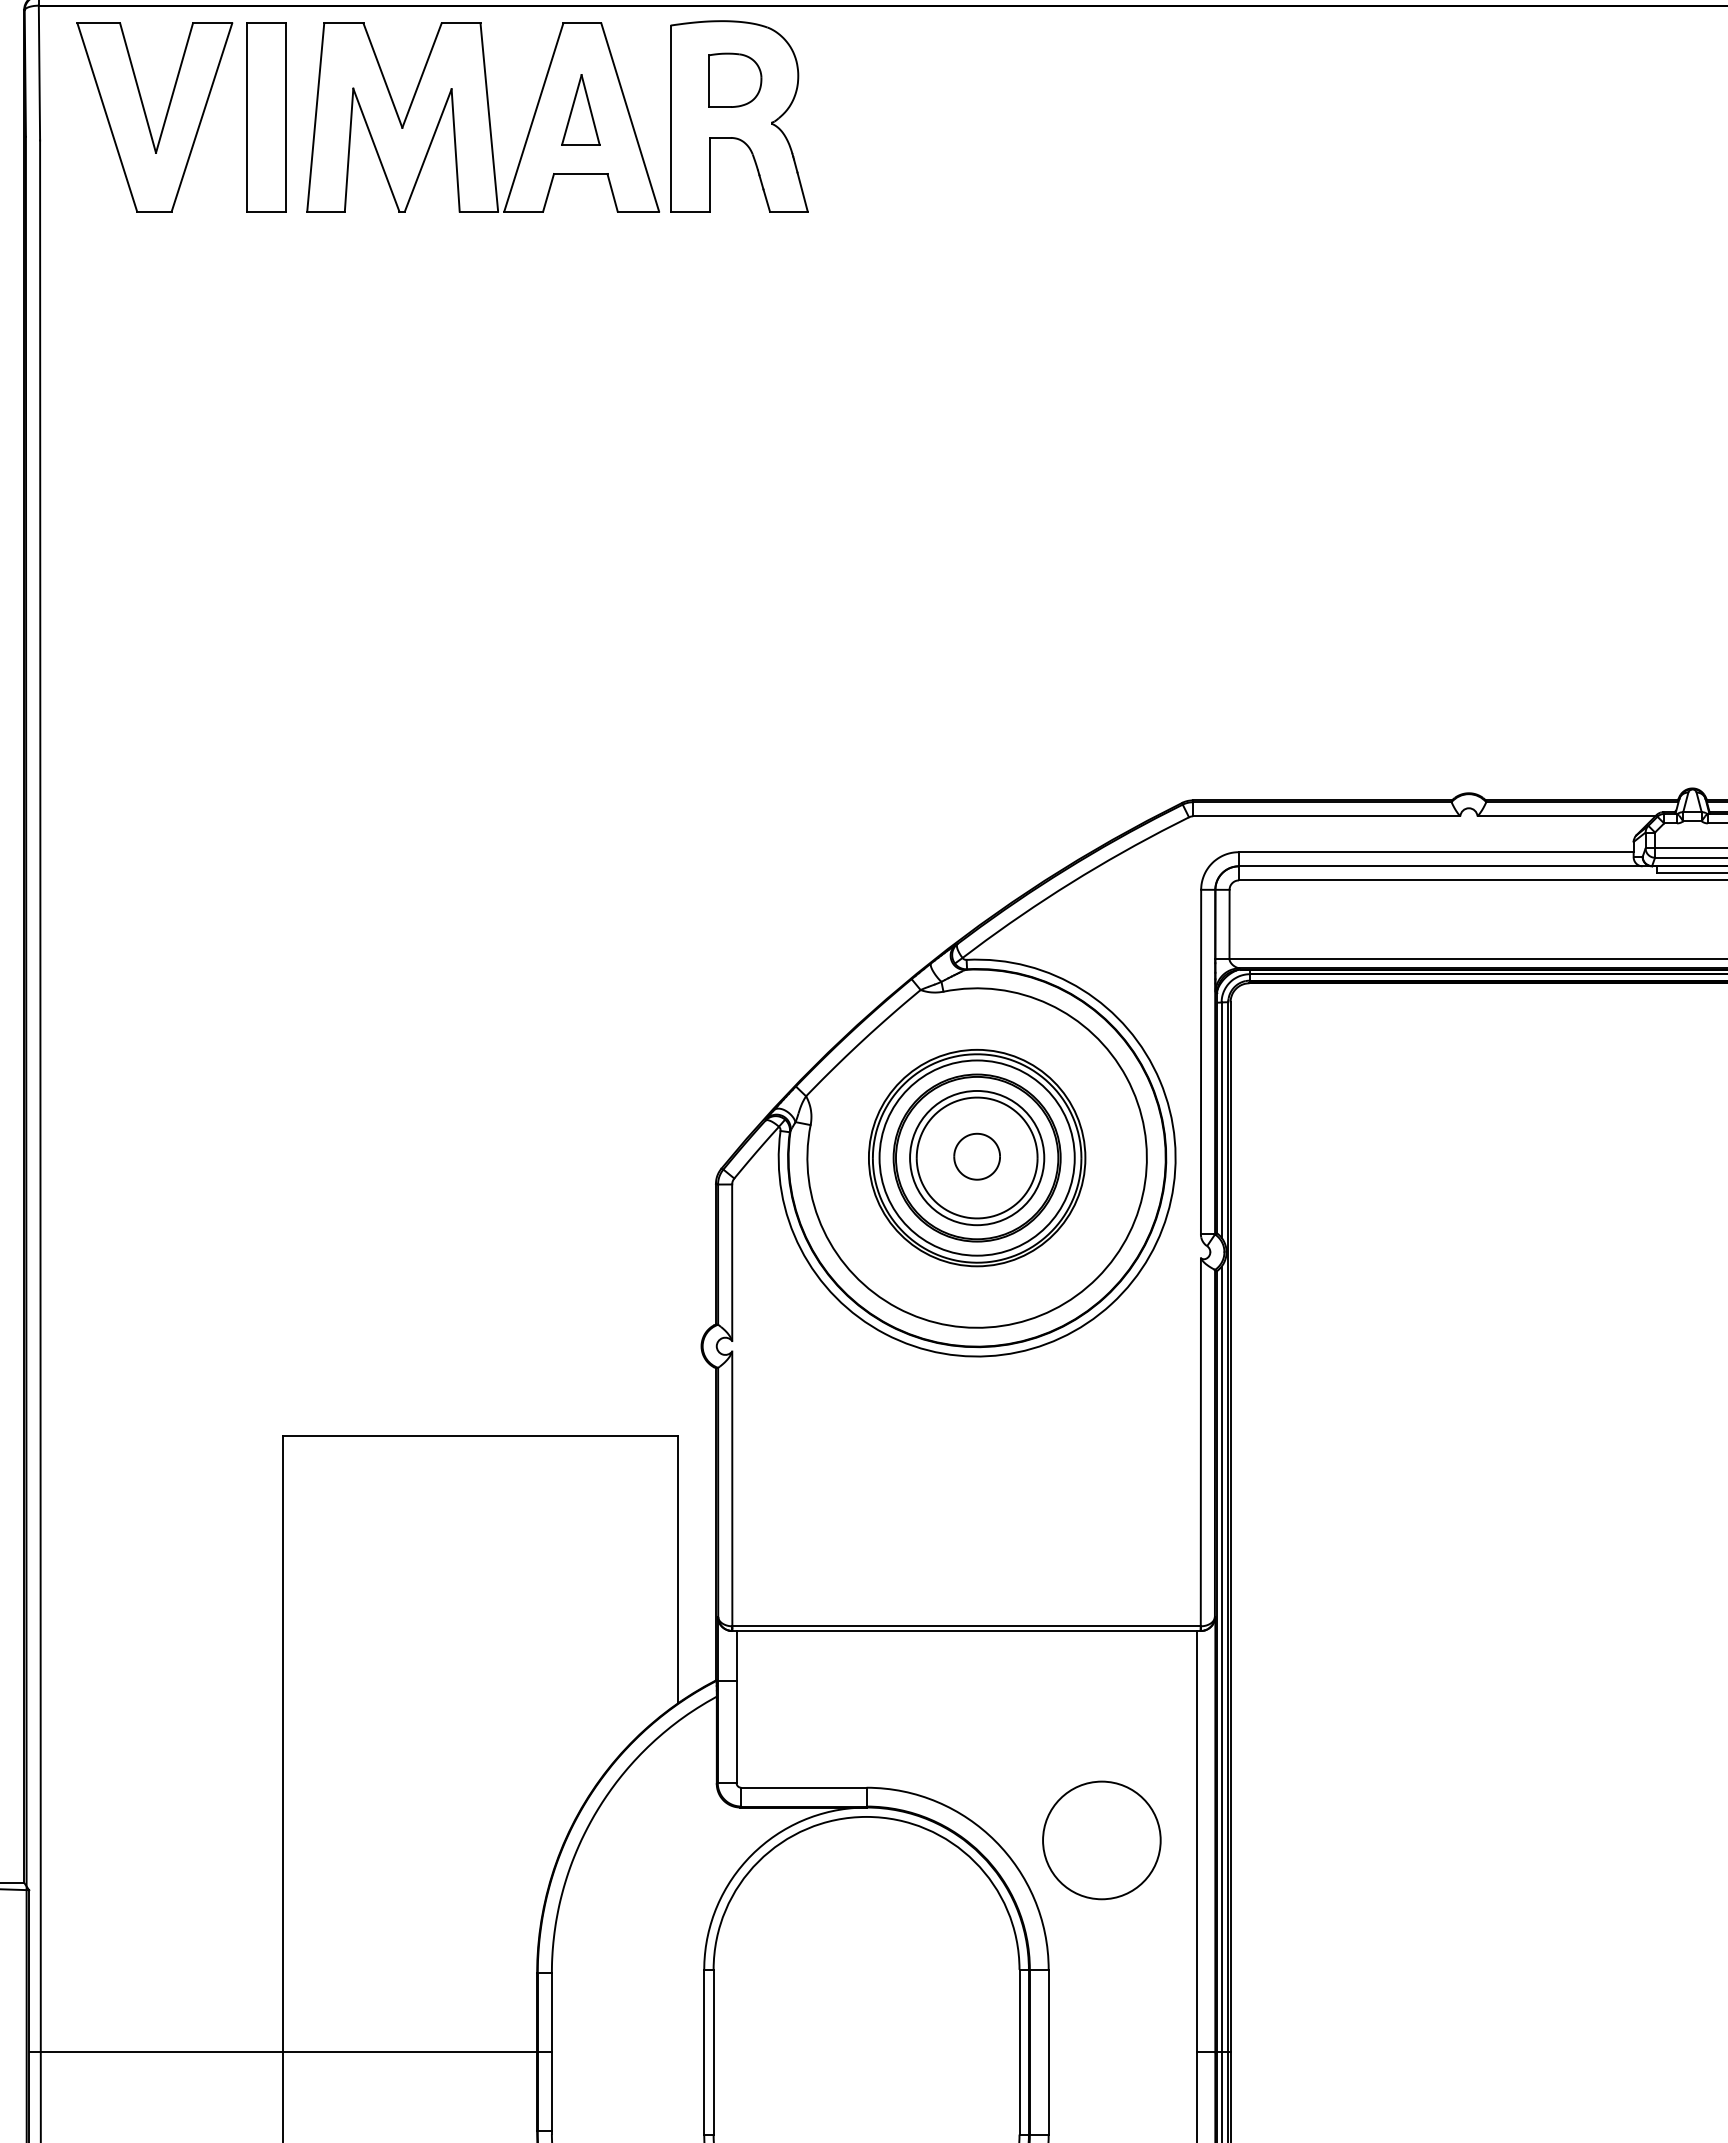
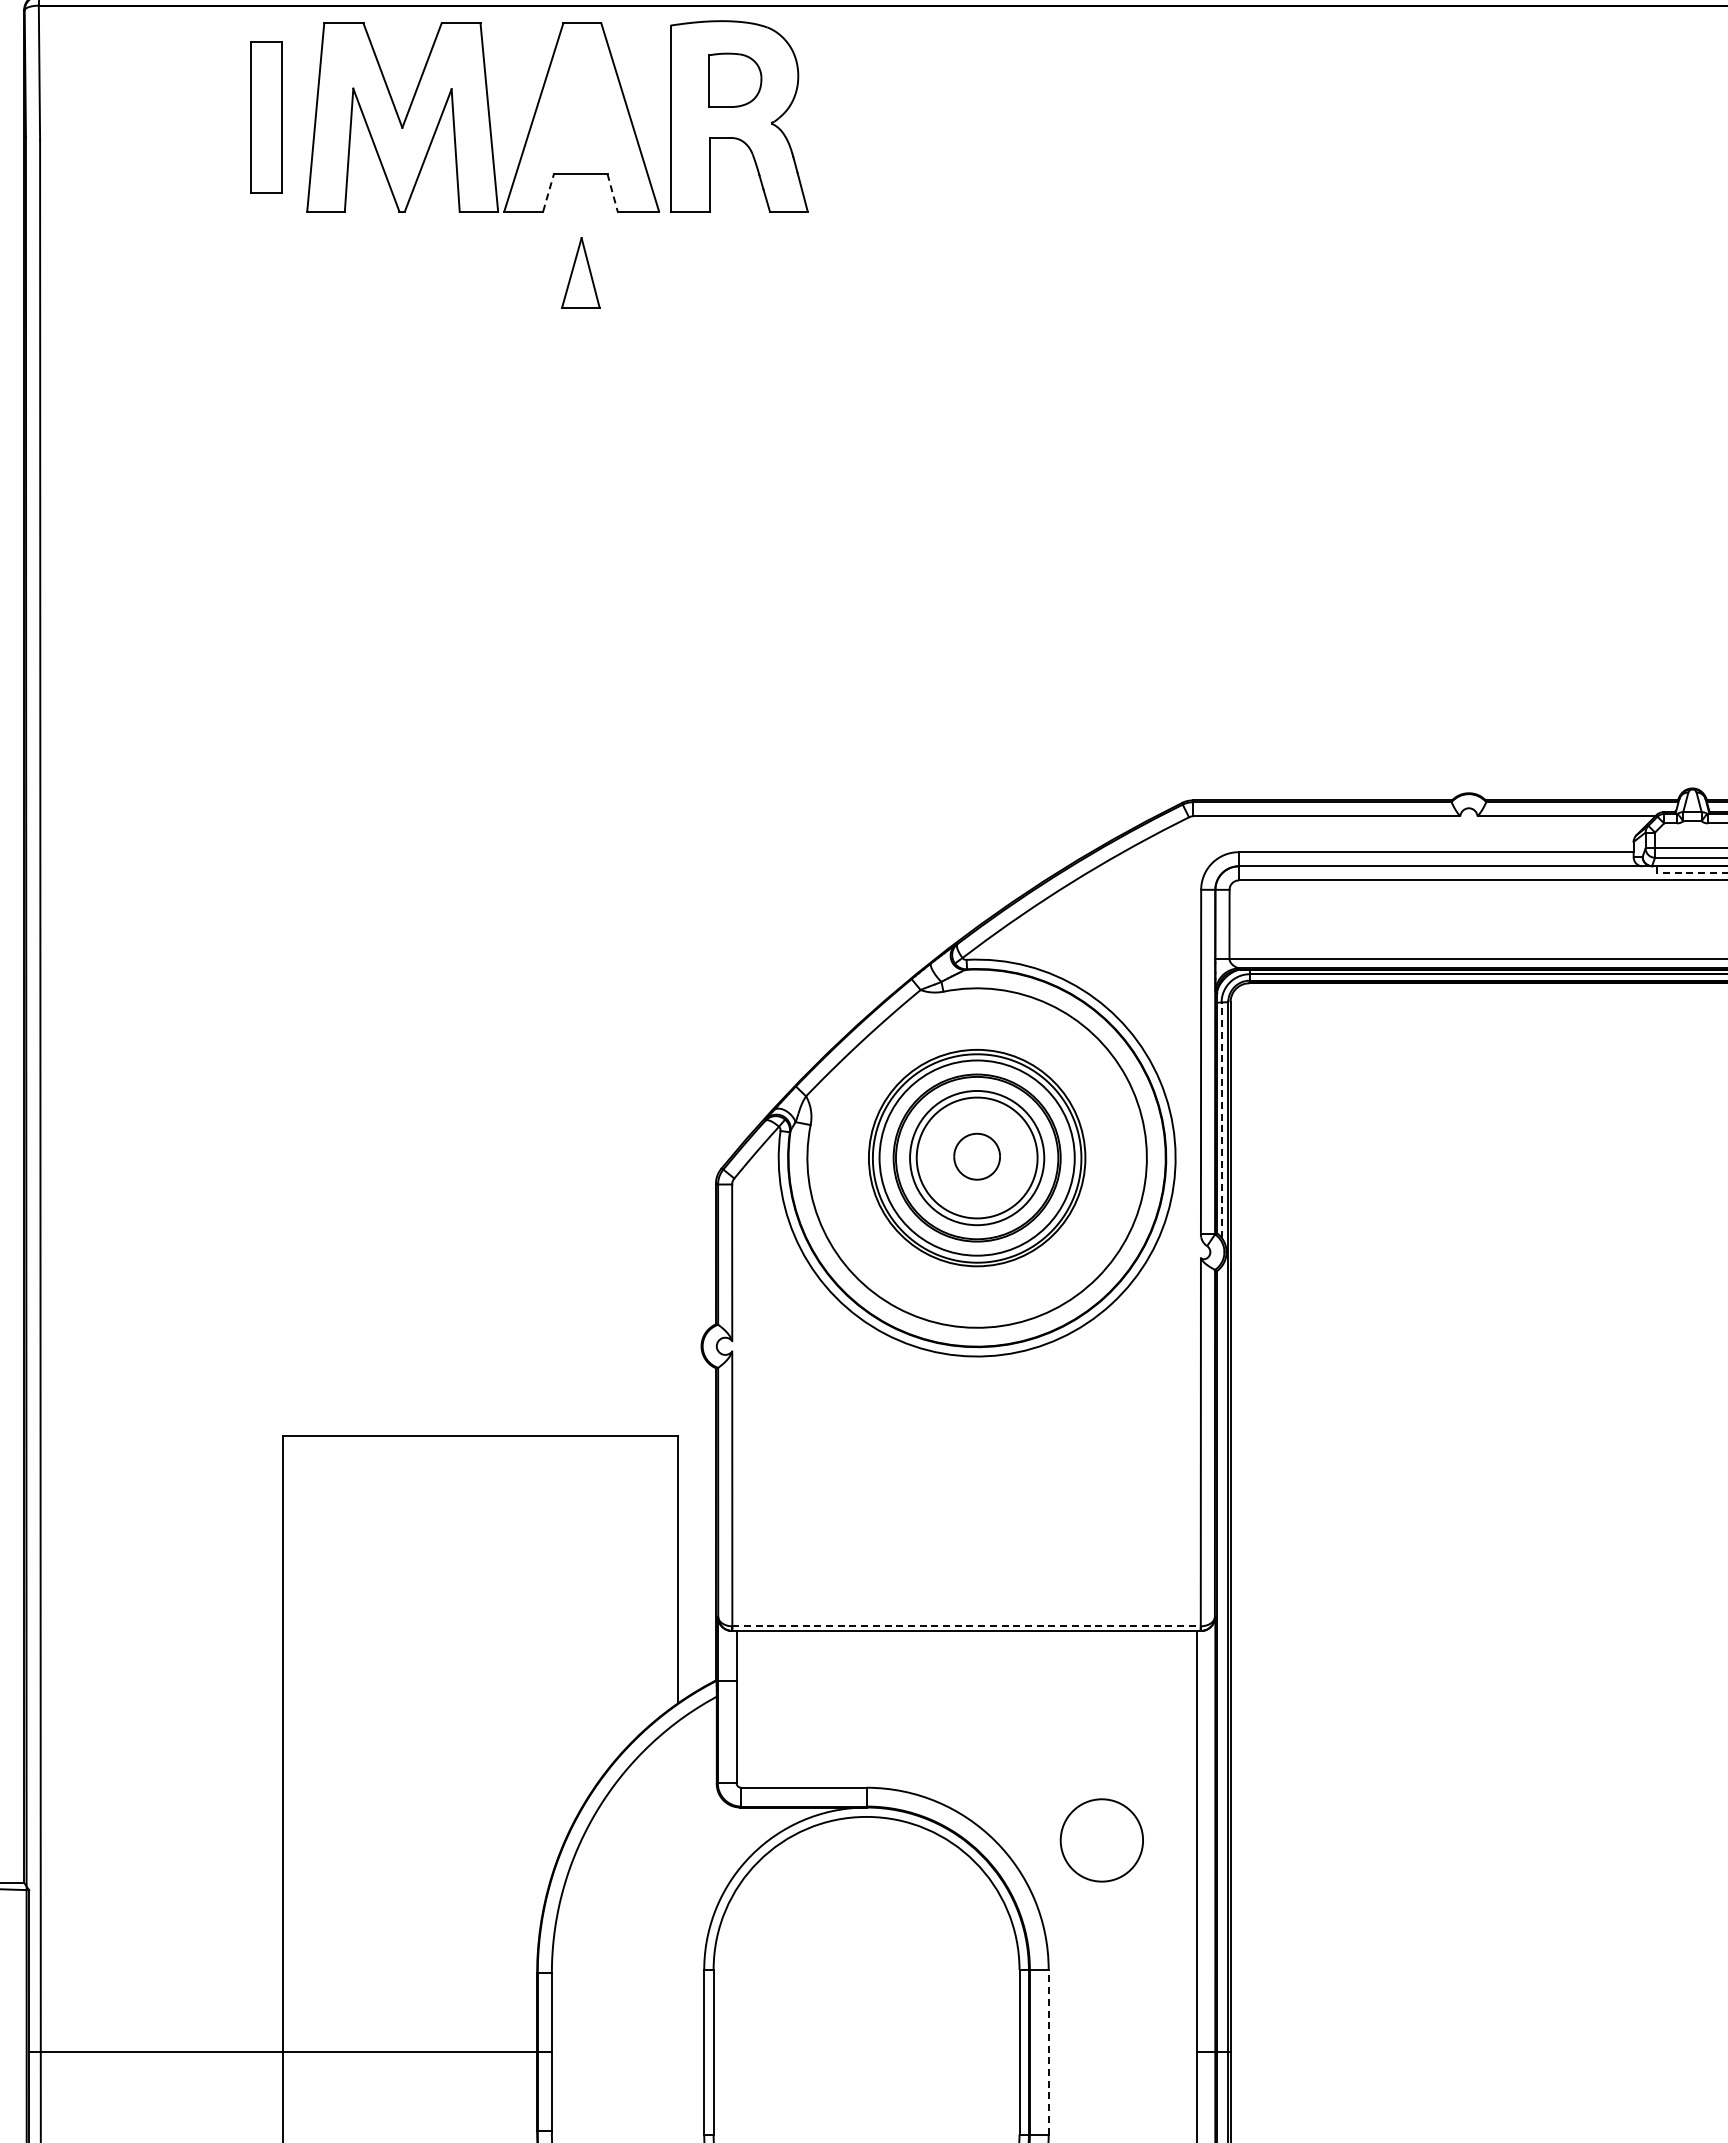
part at (580, 109) position: (580, 109) -> (580, 272)
part at (147, 117): present -> none
part at (266, 117) size: 41x191 px -> 33x153 px
line at (548, 192): solid -> dashed
line at (612, 193): solid -> dashed
line at (1692, 873): solid -> dashed
line at (1221, 1120): solid -> dashed
line at (967, 1626): solid -> dashed
line at (1221, 1702): present -> none
circle at (1101, 1840) size: 120x121 px -> 85x85 px
line at (1048, 2051): solid -> dashed
